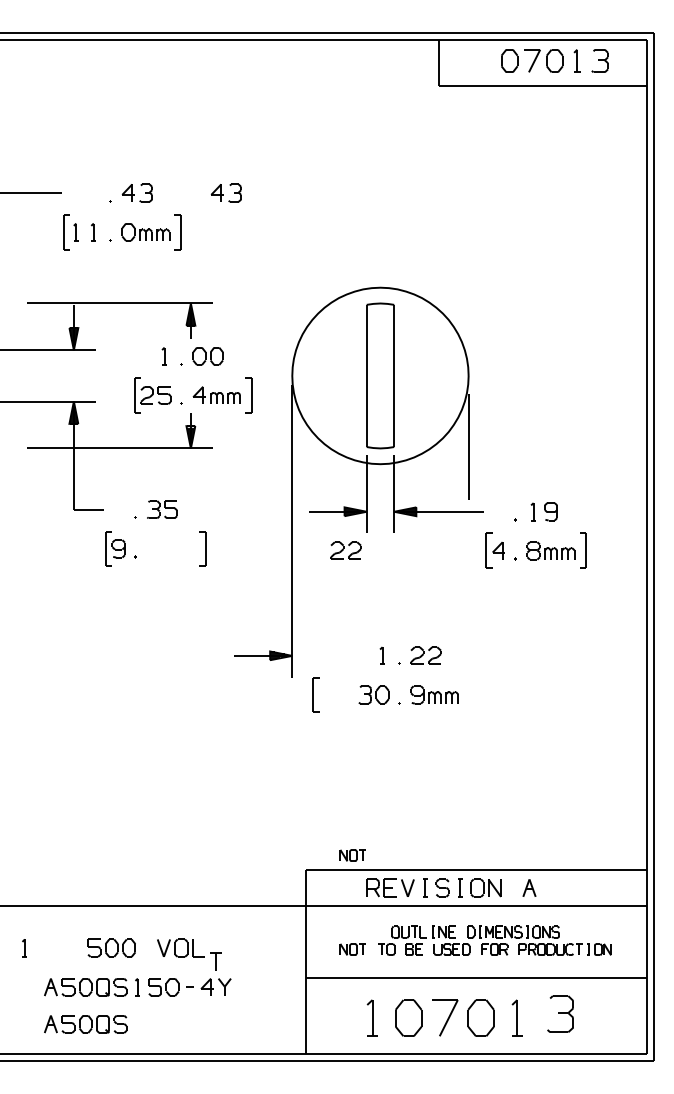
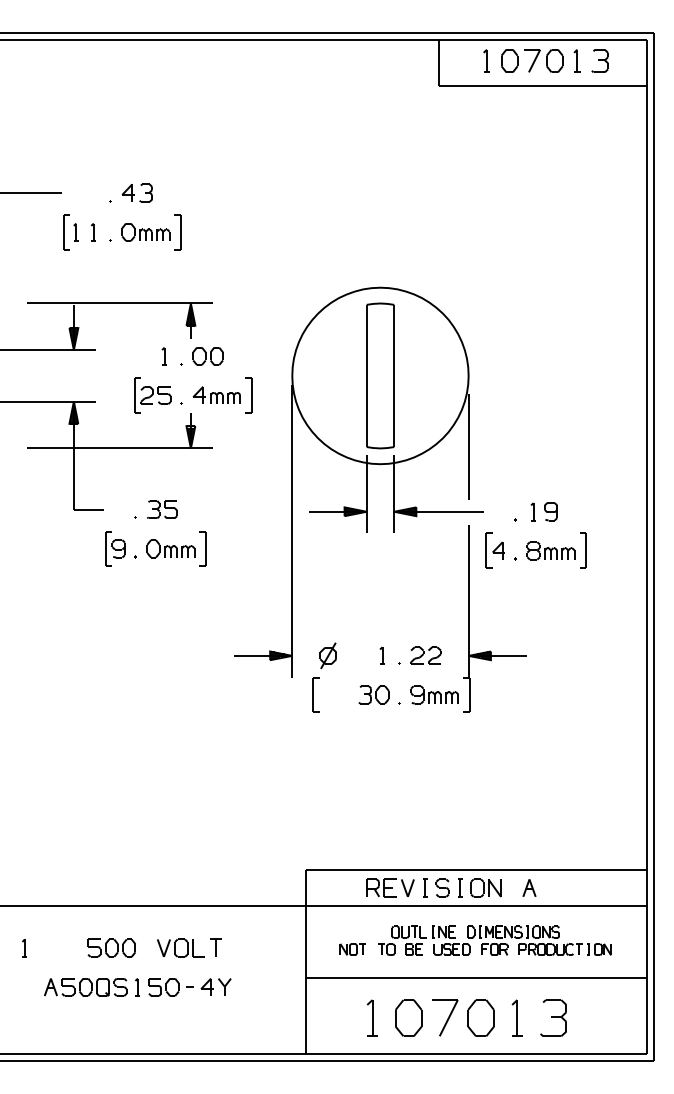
part at (486, 60): none -> present
part at (225, 192): present -> none
part at (170, 548): none -> present
part at (345, 550): present -> none
part at (469, 618): none -> present
part at (327, 655): none -> present
part at (352, 855): present -> none
part at (215, 961) position: (215, 961) -> (215, 947)
part at (560, 1013) position: (560, 1013) -> (553, 1017)
part at (85, 1024): present -> none
